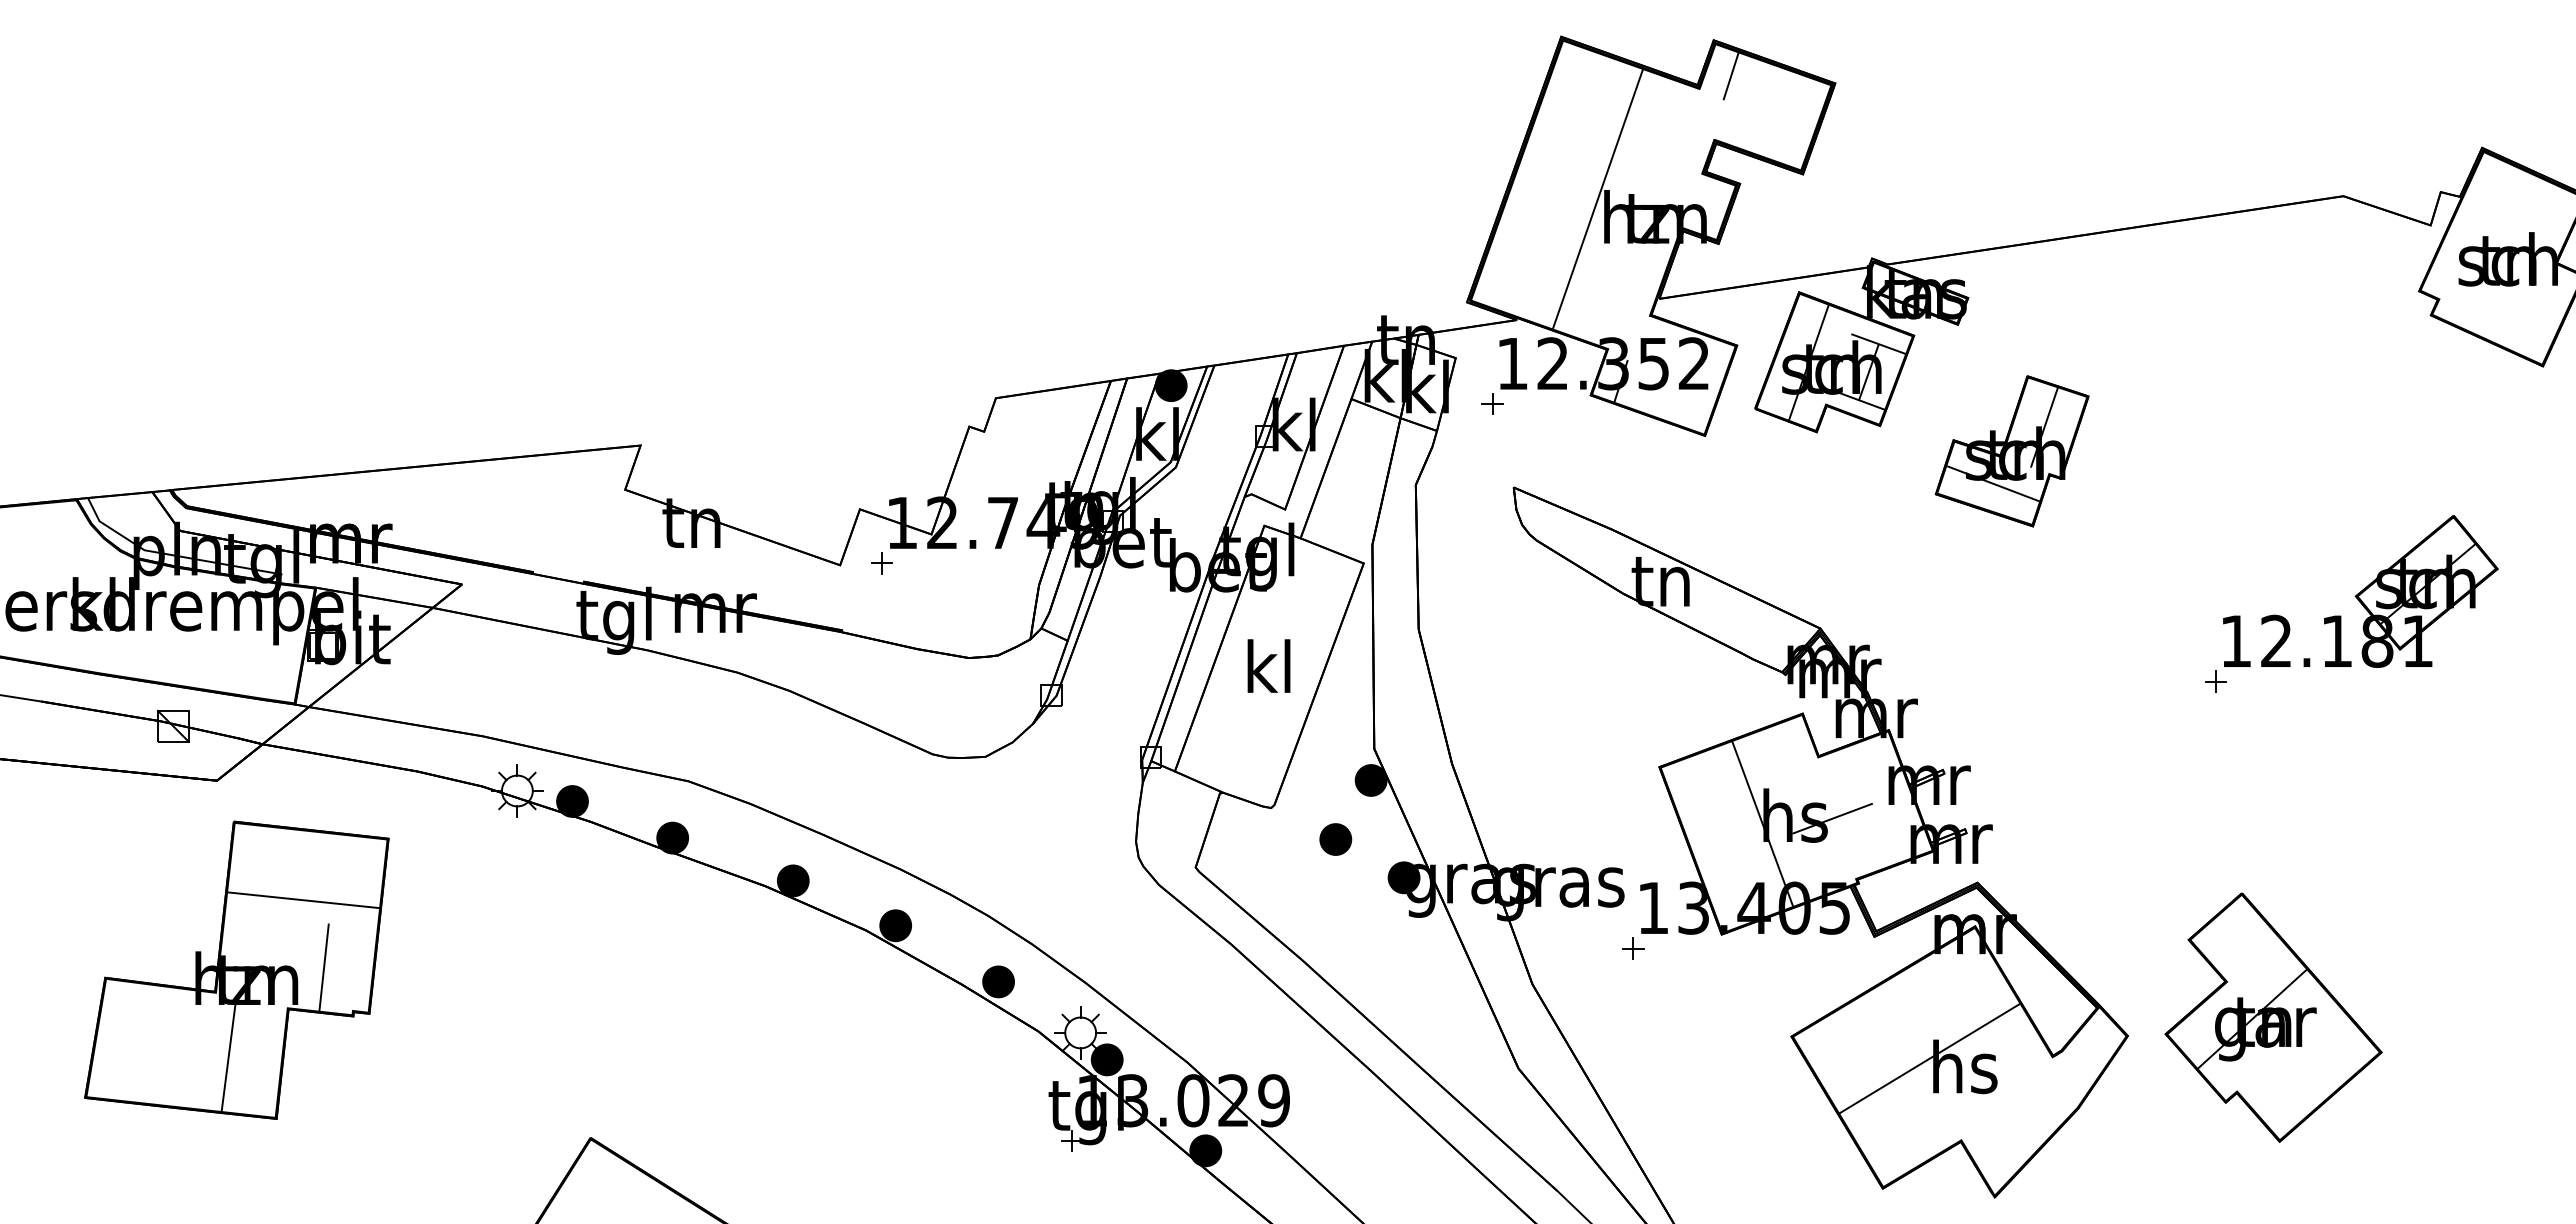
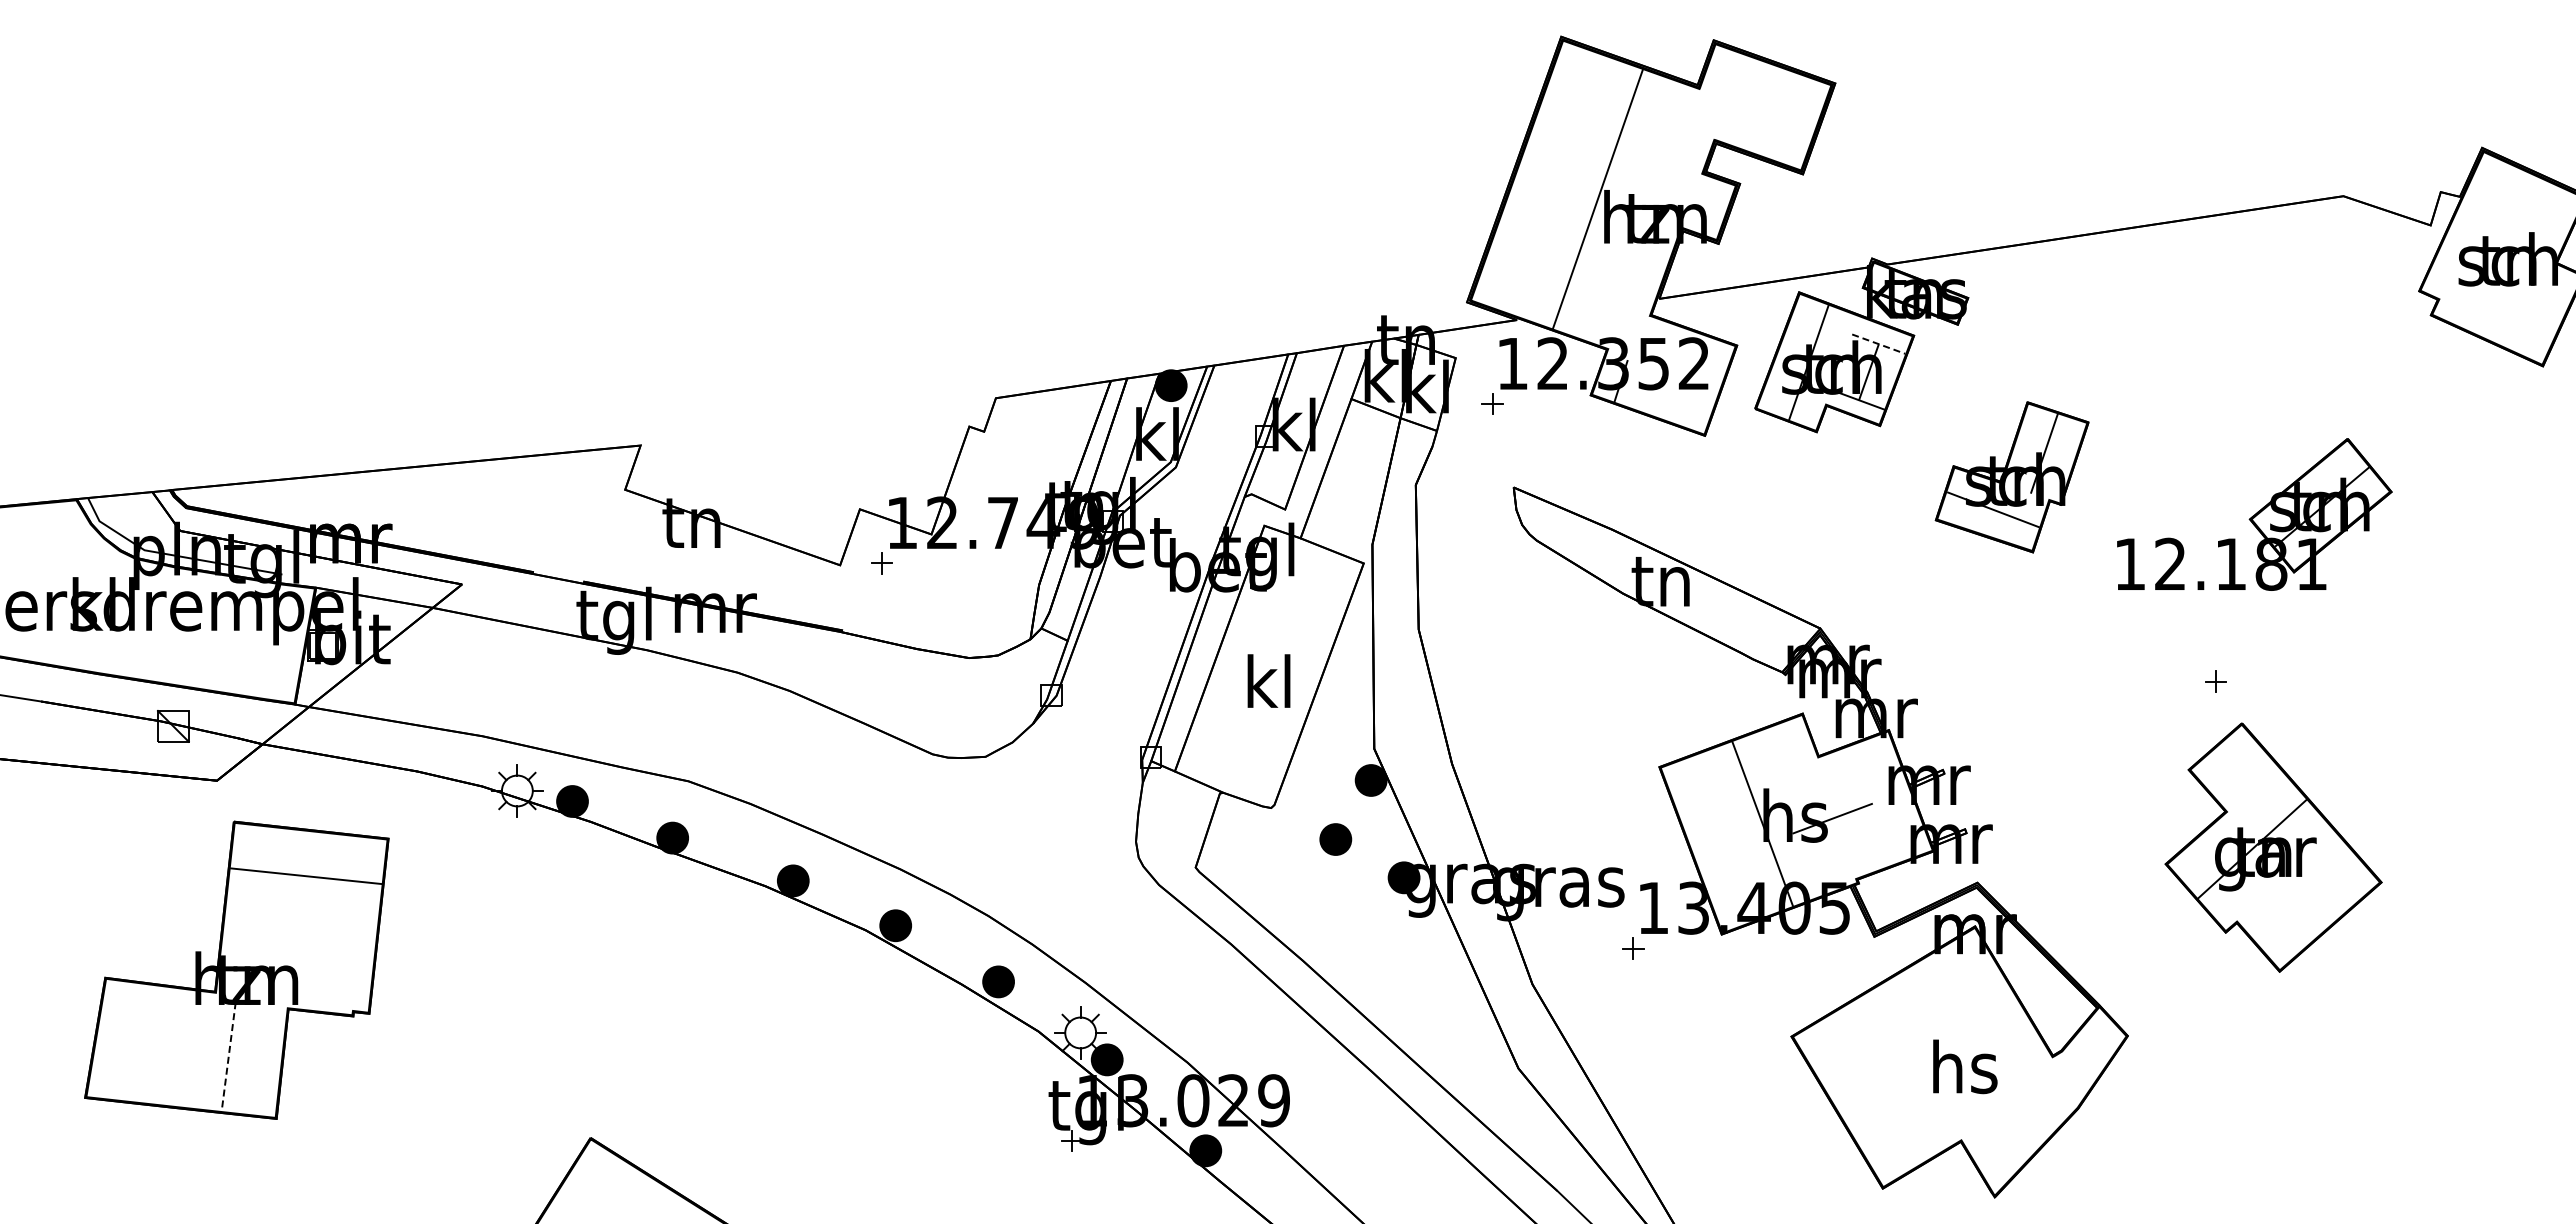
line at (1730, 76): present -> none
line at (1879, 344): solid -> dashed
part at (2011, 451) position: (2011, 451) -> (2011, 477)
part at (2360, 591) position: (2360, 591) -> (2254, 514)
text at (1268, 665) position: (1268, 665) -> (1268, 680)
line at (303, 900) position: (303, 900) -> (306, 876)
line at (323, 967): present -> none
part at (2273, 1017) position: (2273, 1017) -> (2273, 847)
line at (228, 1056): solid -> dashed
line at (1929, 1058): present -> none
